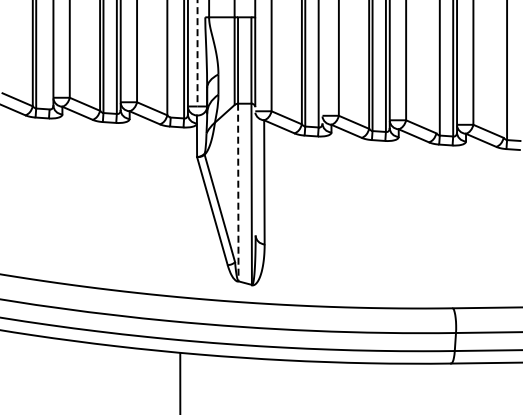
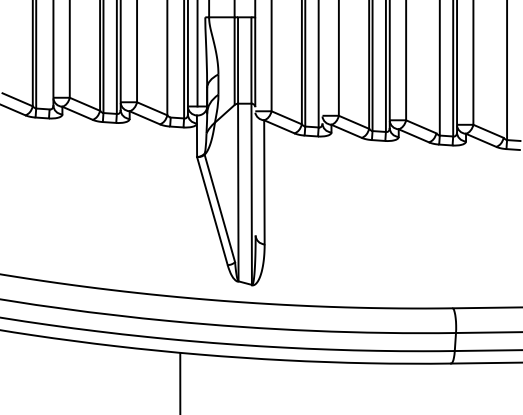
line at (197, 53): dashed -> solid
line at (238, 192): dashed -> solid
